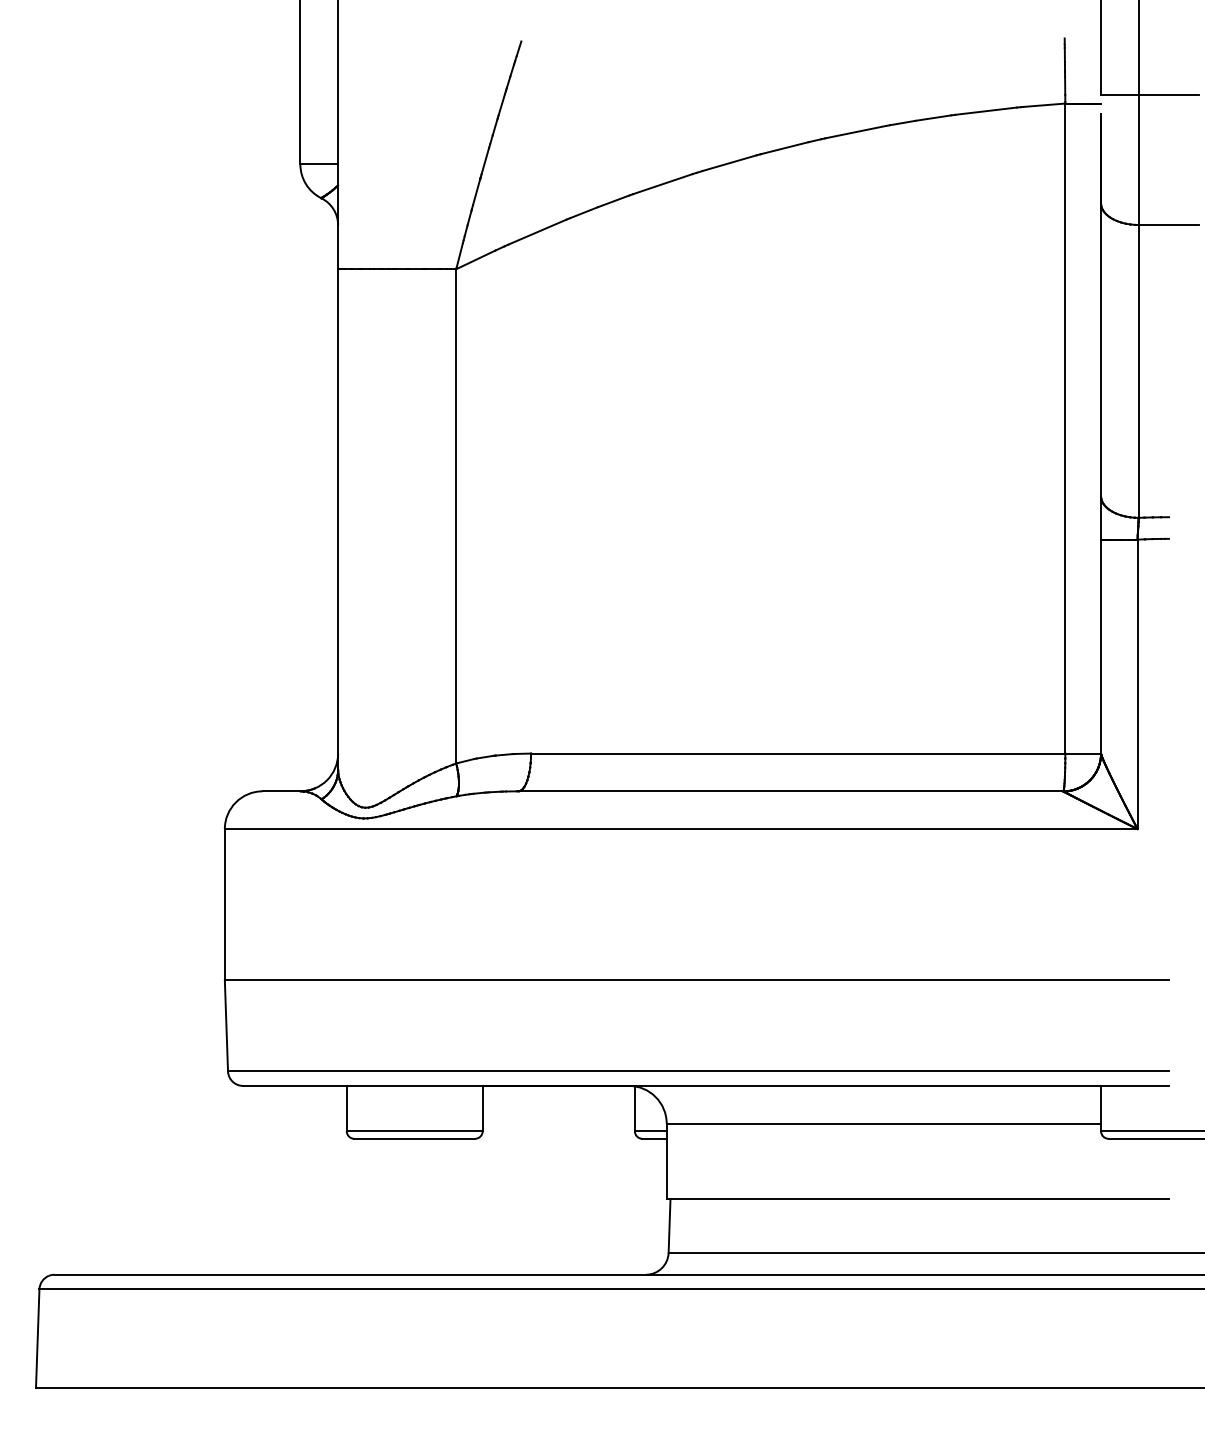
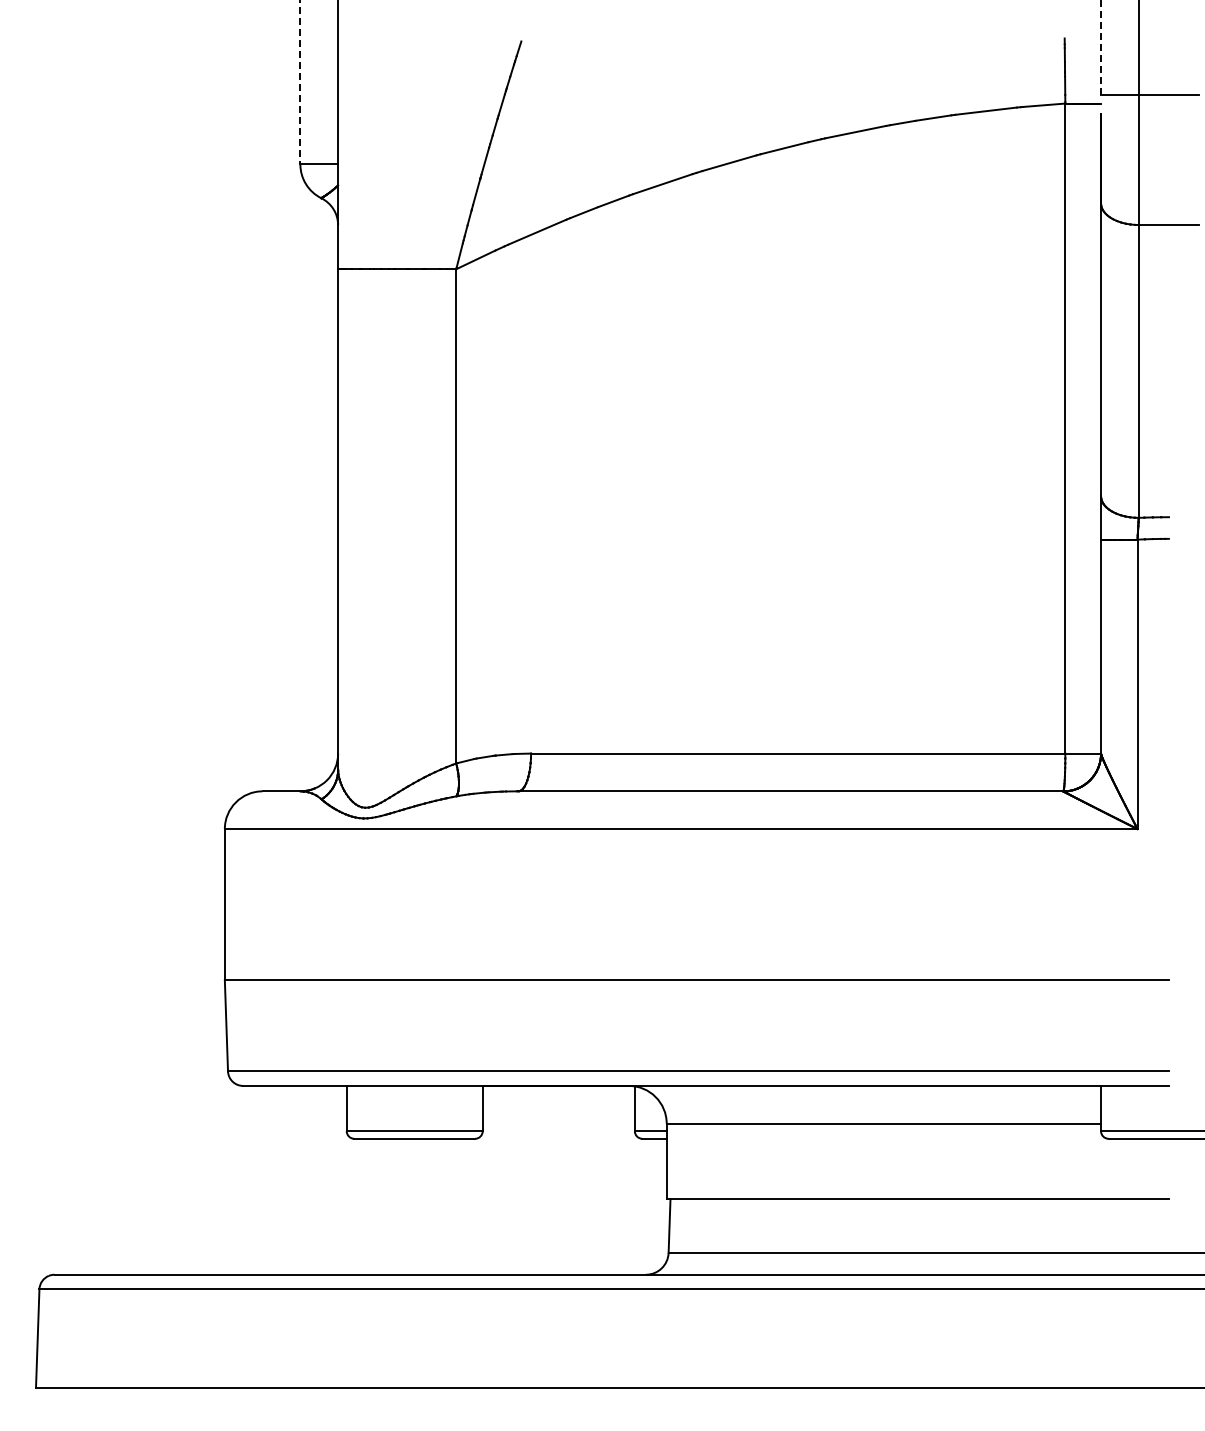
line at (1101, 47): solid -> dashed
line at (300, 82): solid -> dashed
